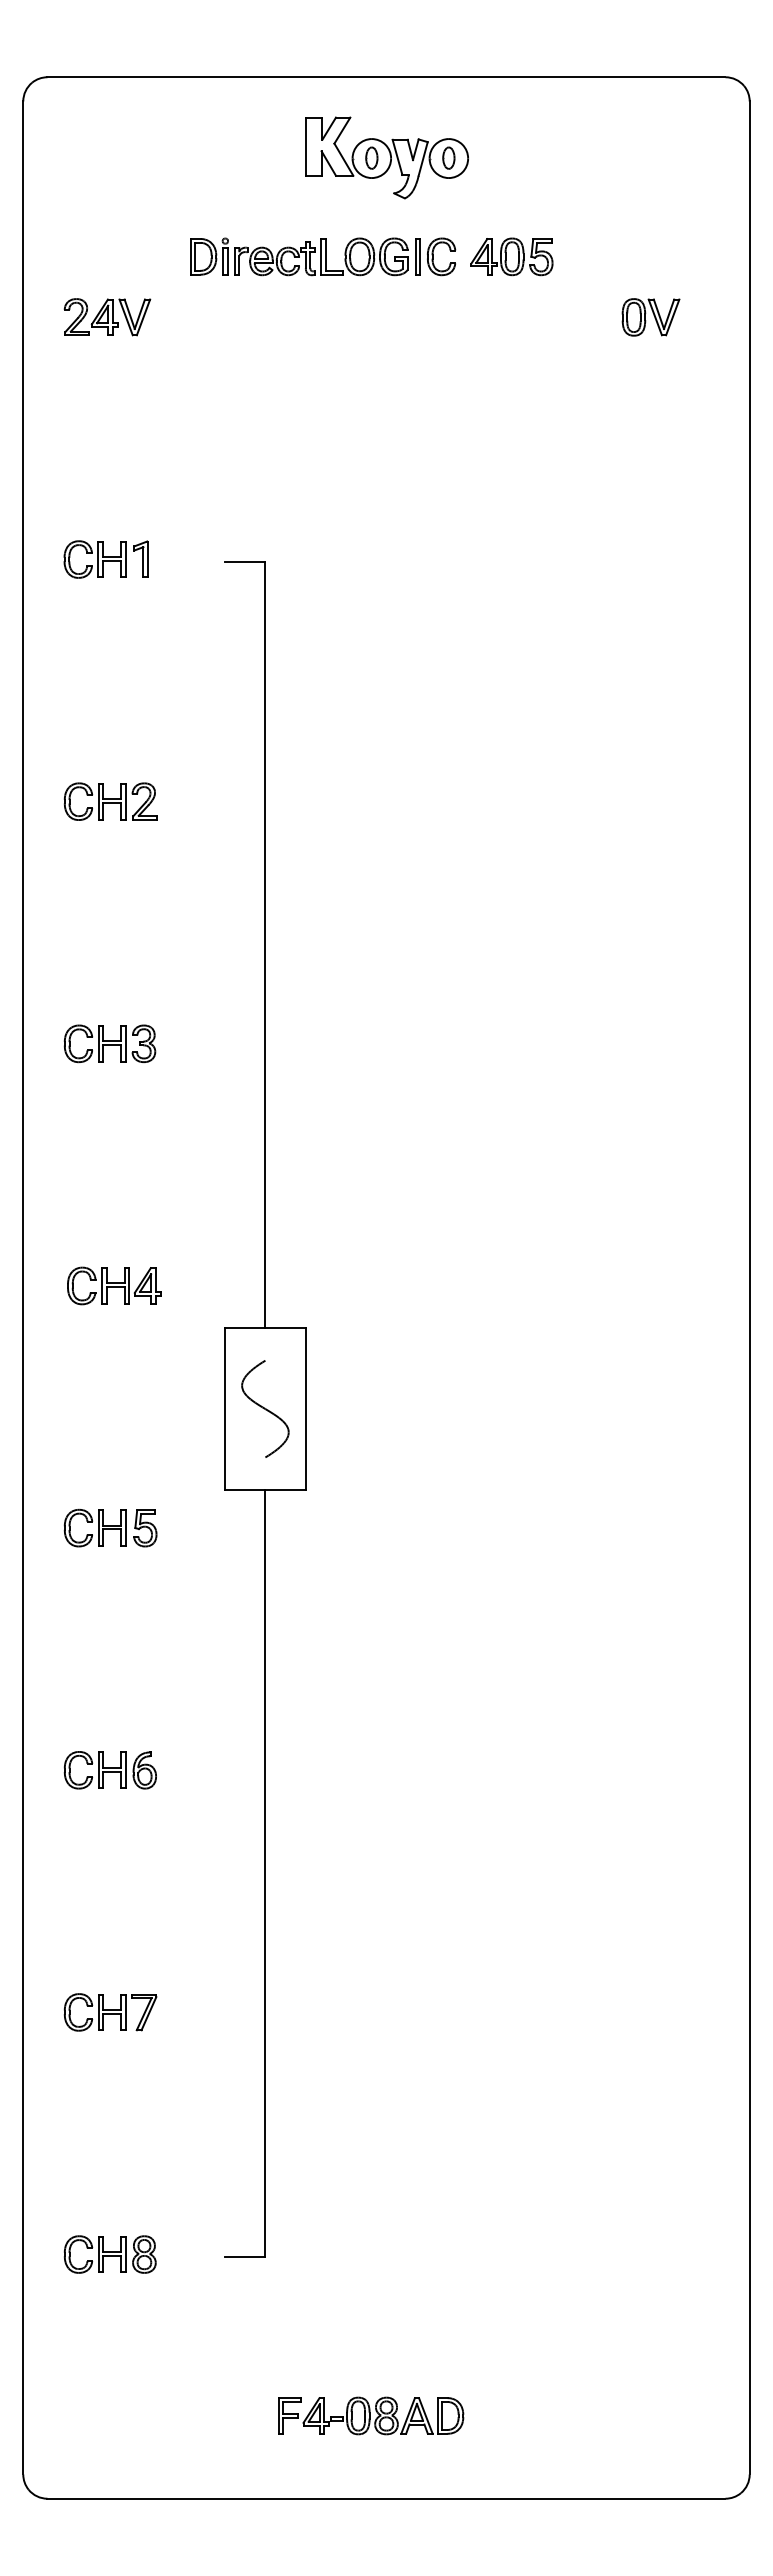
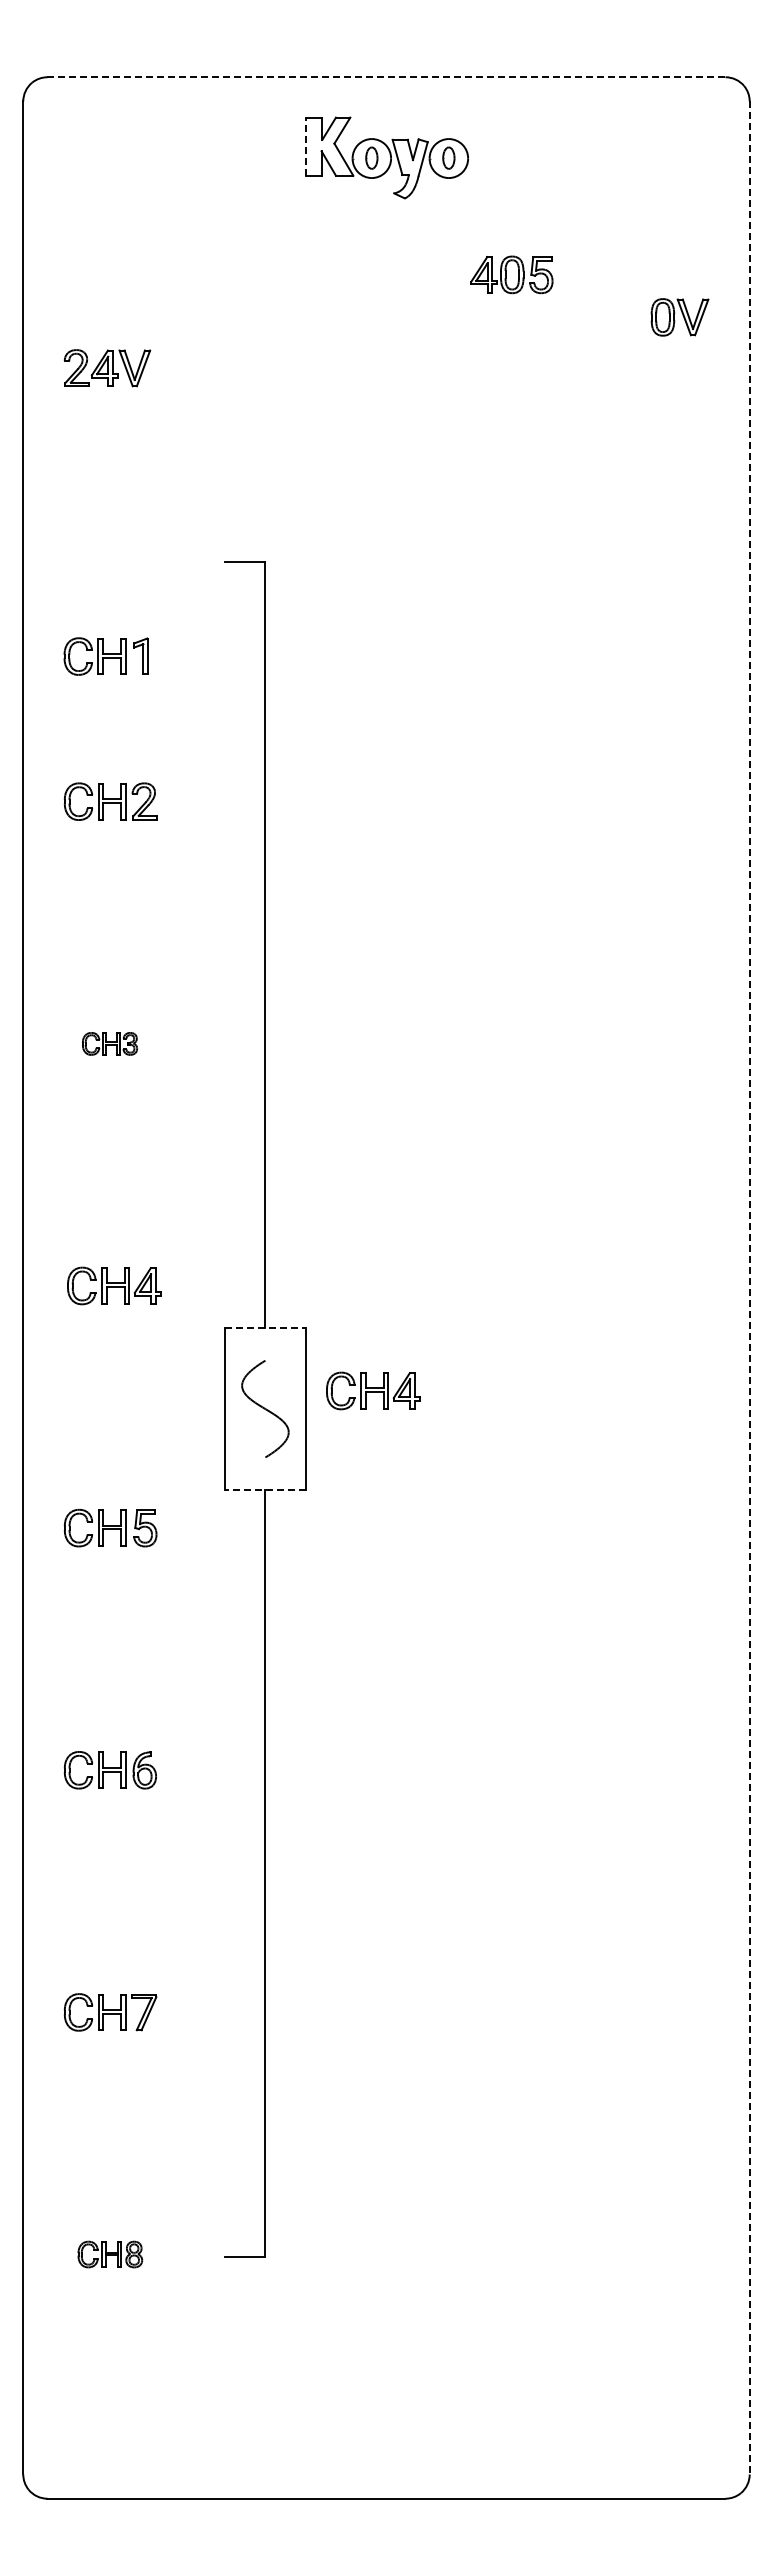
line at (386, 77): solid -> dashed
line at (305, 146): solid -> dashed
part at (323, 256): present -> none
part at (511, 256) position: (511, 256) -> (511, 274)
part at (107, 317) position: (107, 317) -> (107, 368)
part at (650, 317) position: (650, 317) -> (679, 317)
part at (105, 559) position: (105, 559) -> (105, 656)
part at (109, 1043) size: 94x40 px -> 56x24 px
line at (749, 1288): solid -> dashed
line at (265, 1328): solid -> dashed
part at (373, 1390): none -> present
line at (264, 1489): solid -> dashed
part at (110, 2254) size: 93x39 px -> 67x29 px
part at (371, 2415): present -> none
